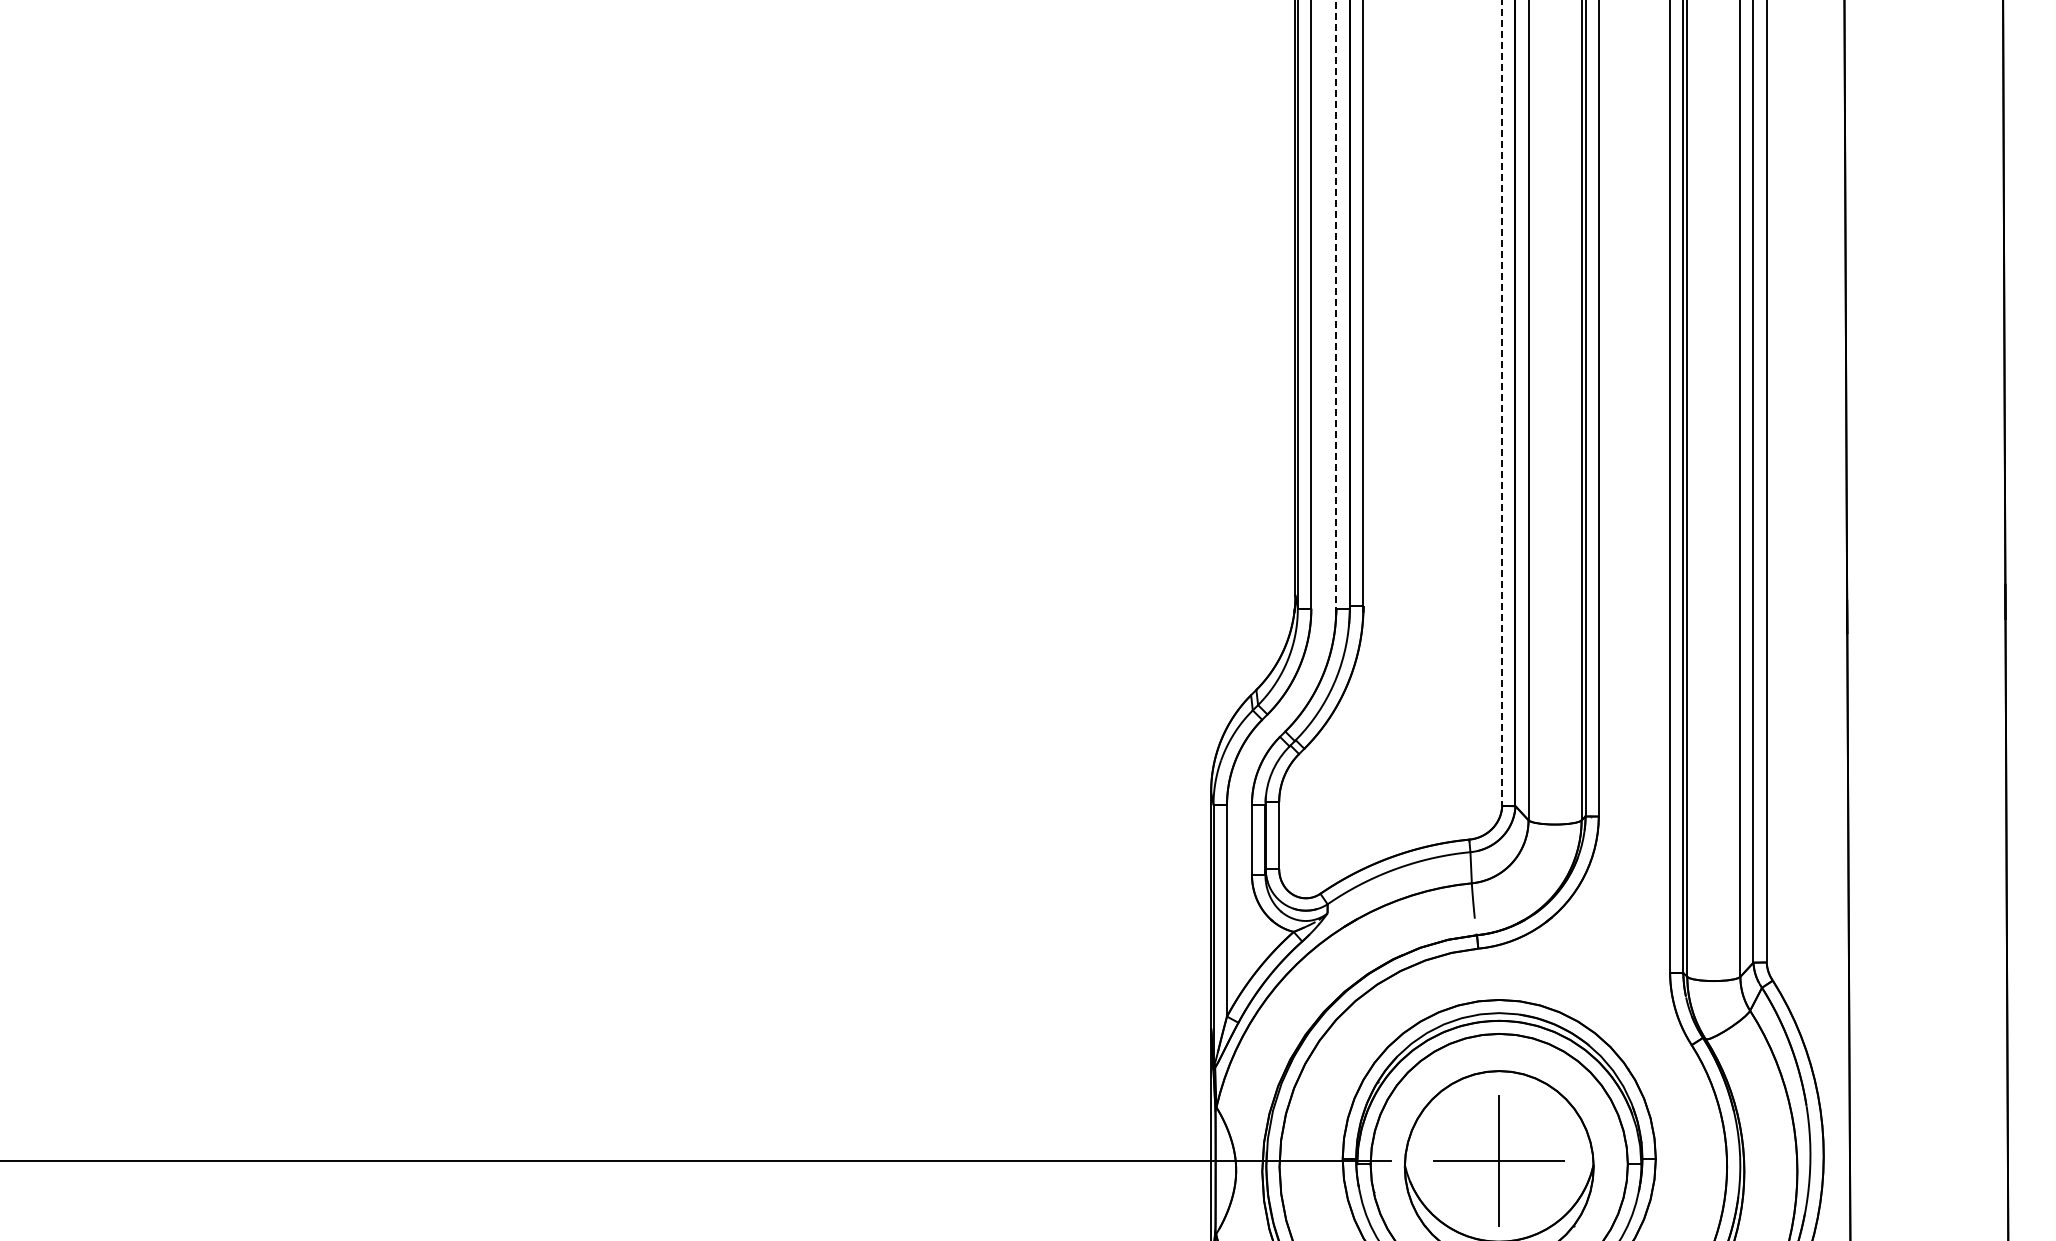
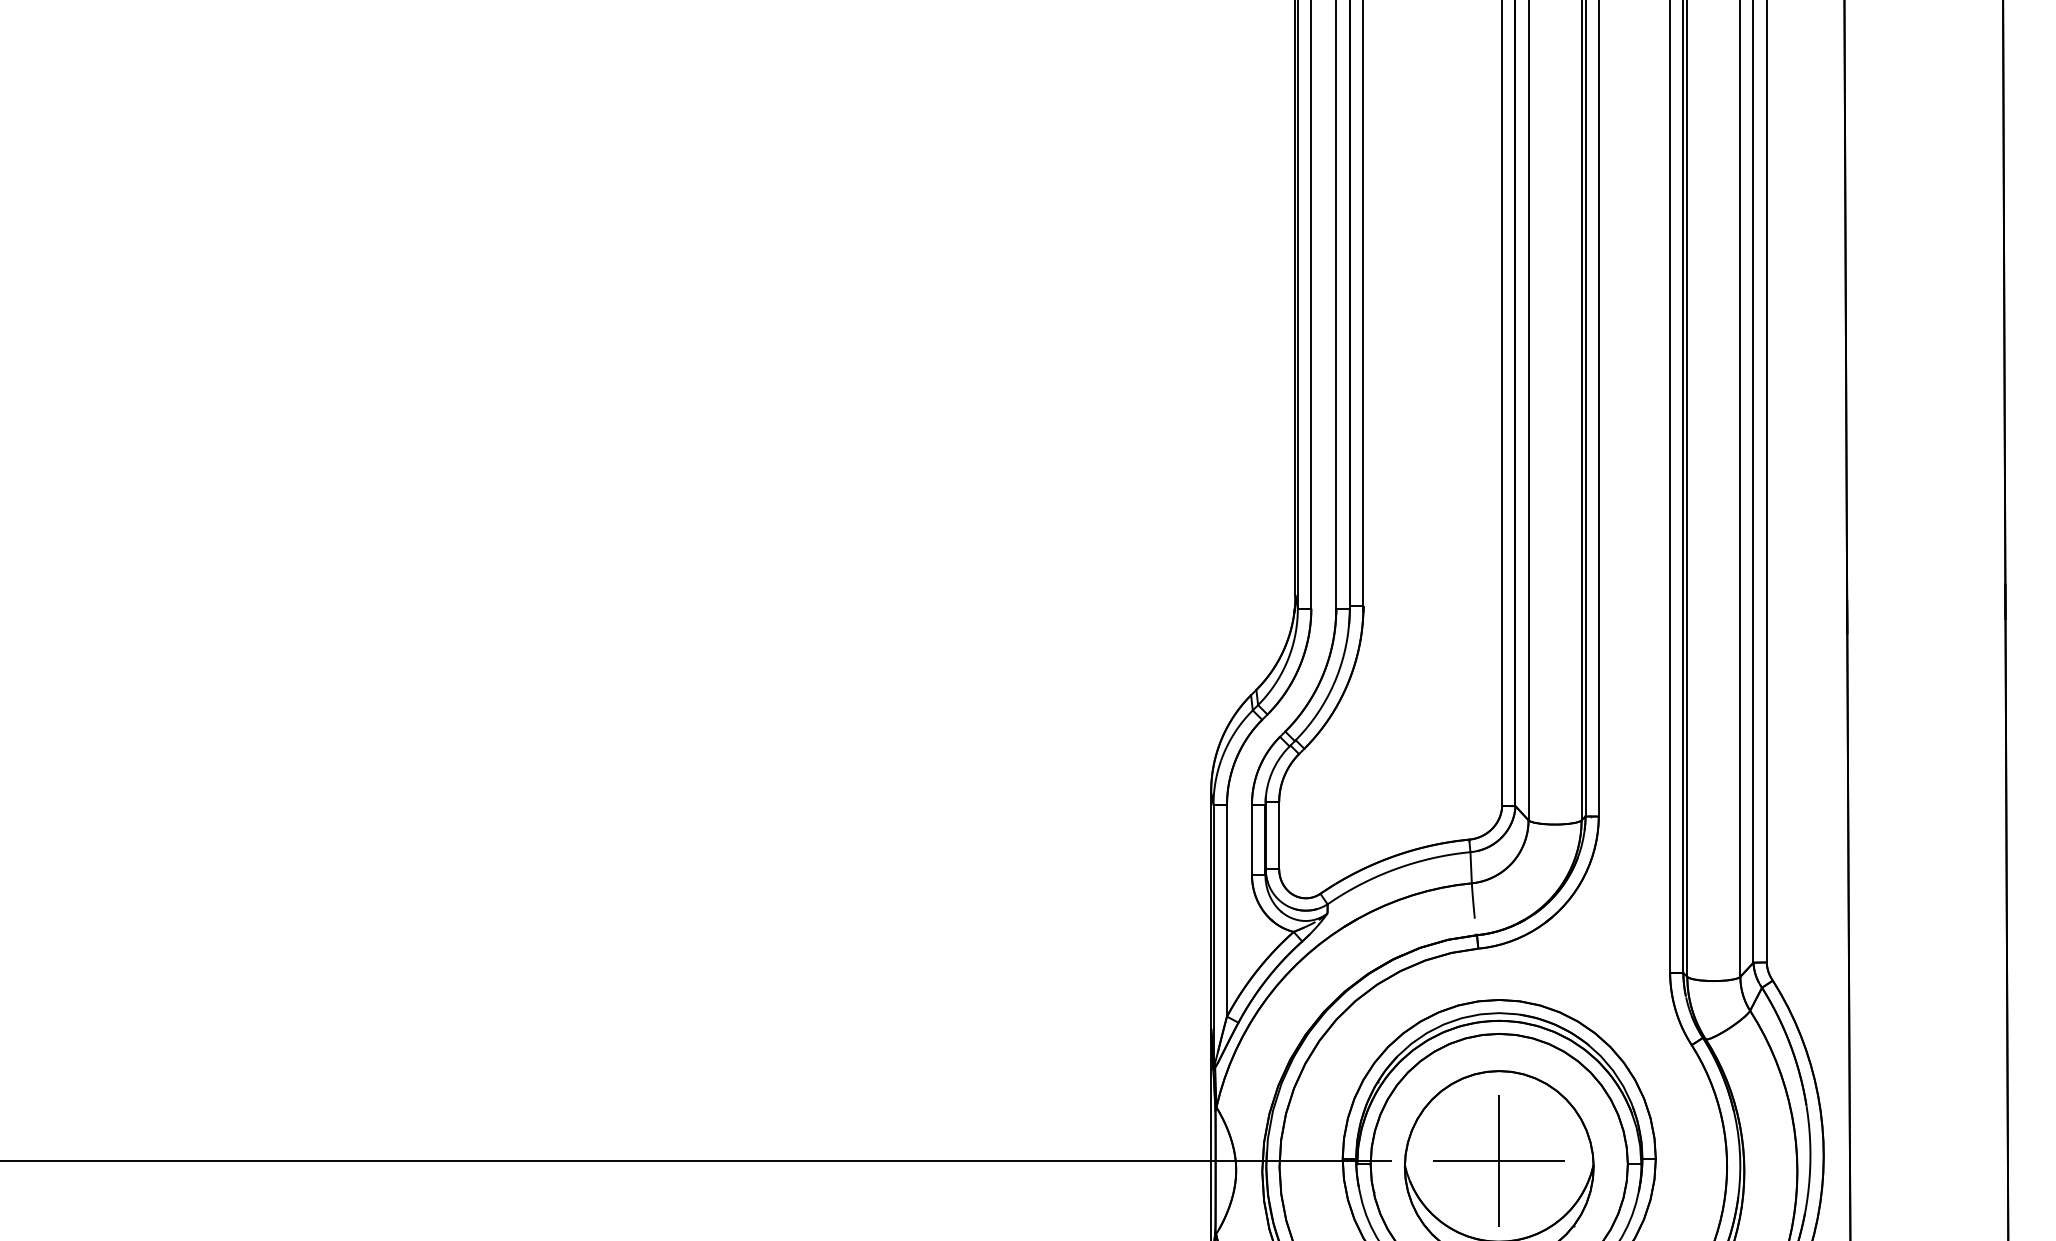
line at (1336, 304): dashed -> solid
line at (1502, 402): dashed -> solid
